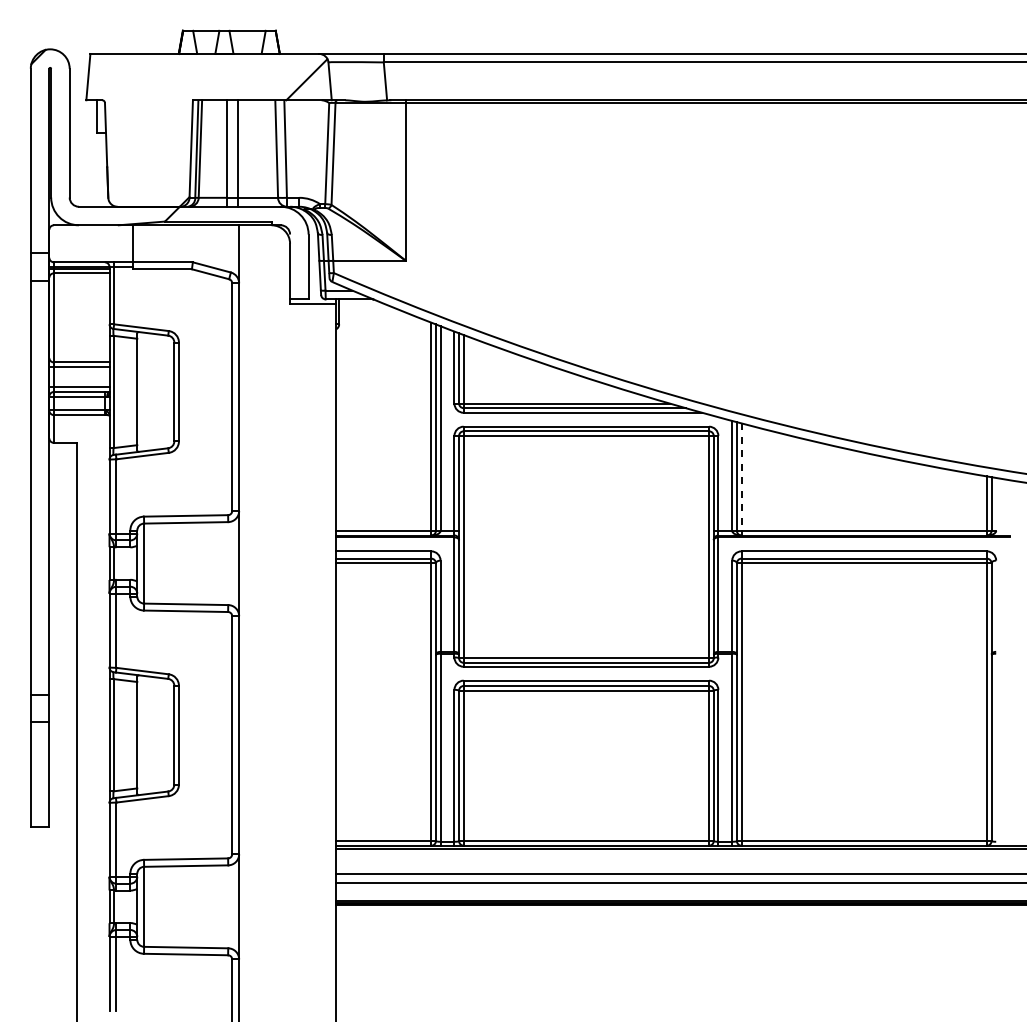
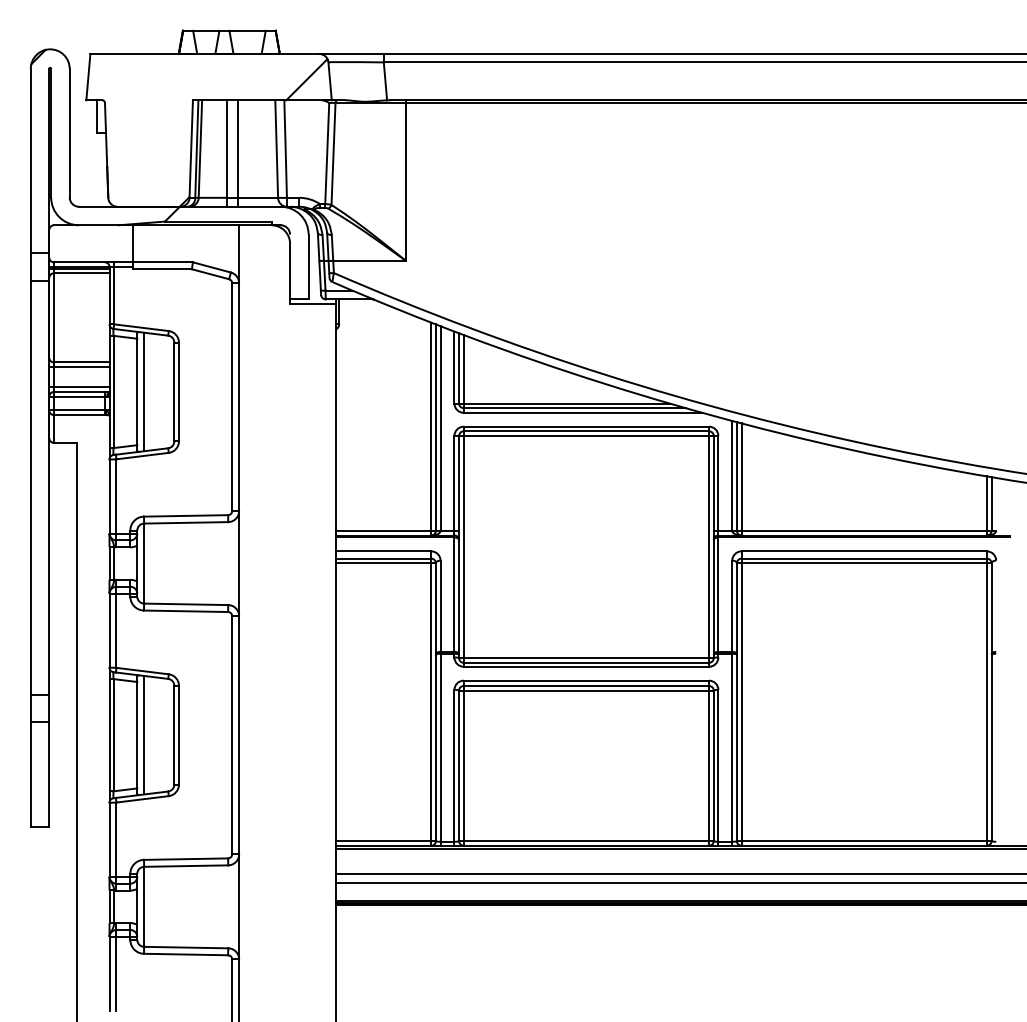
line at (144, 391): none -> present
line at (741, 477): dashed -> solid
line at (144, 734): none -> present
